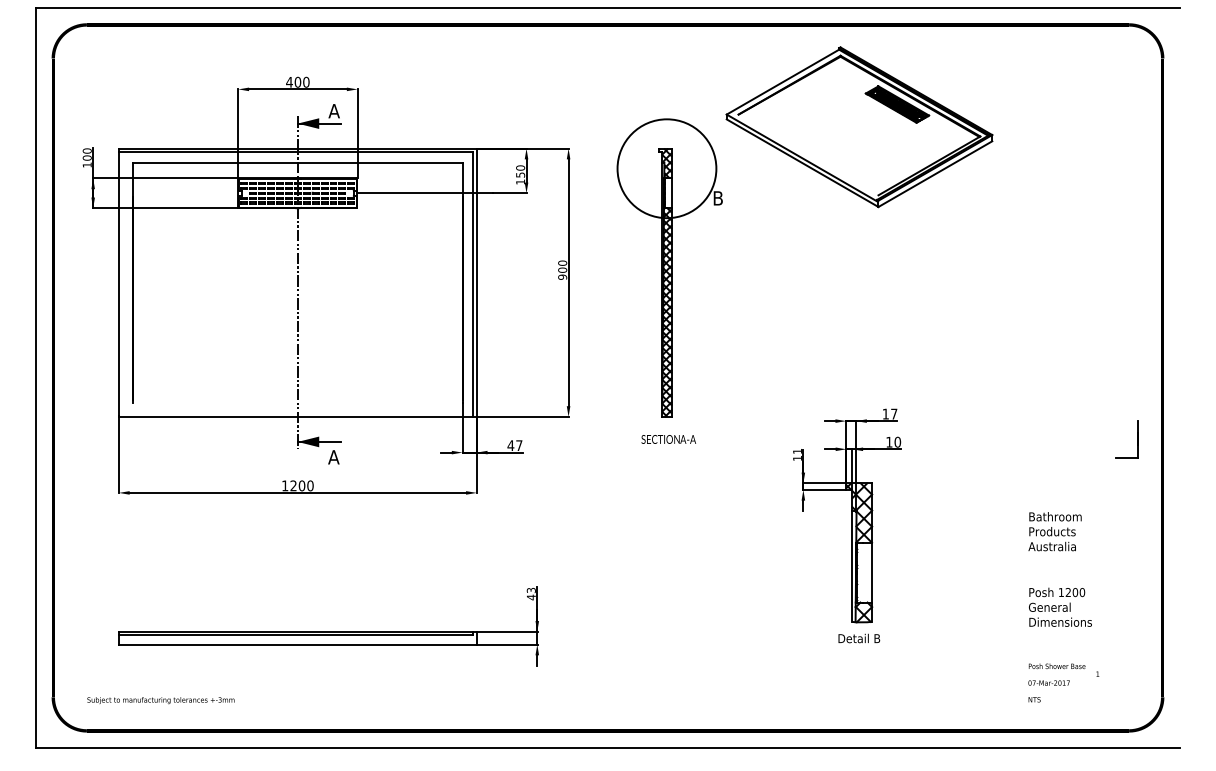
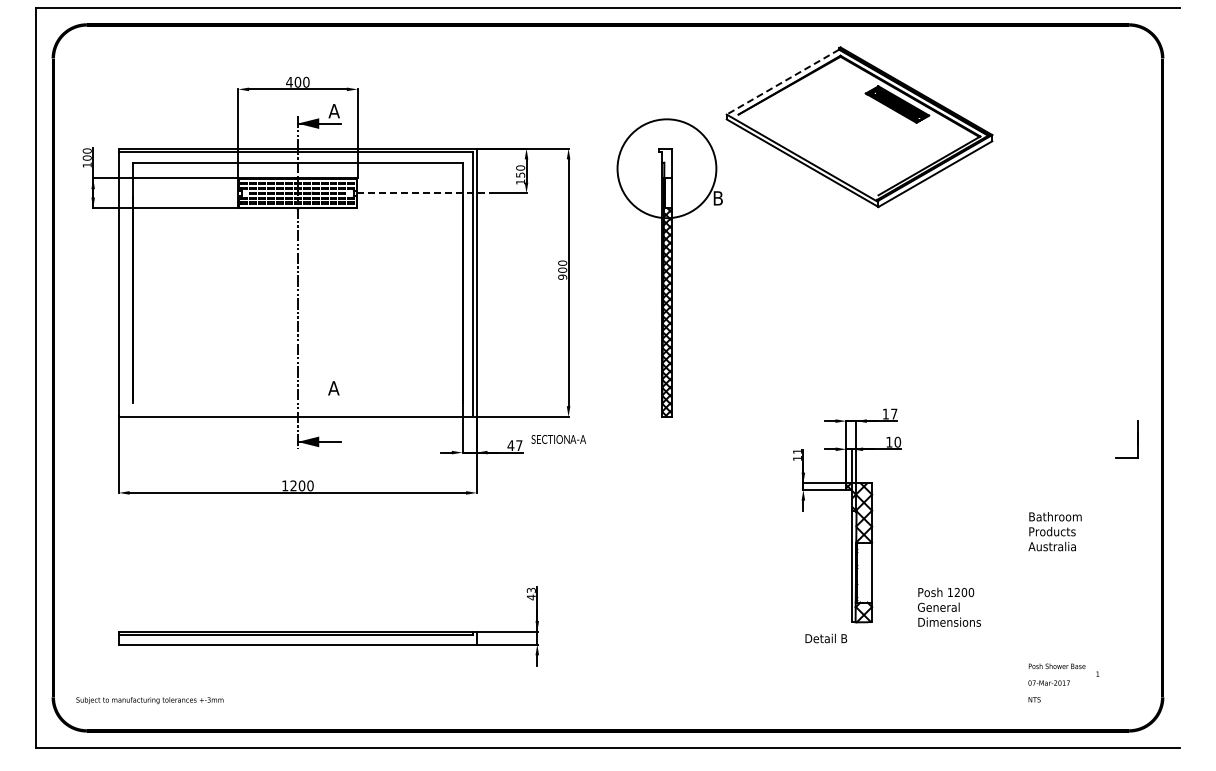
line at (782, 82): solid -> dashed
hatch at (665, 163): present -> none
line at (425, 193): solid -> dashed
text at (668, 439) position: (668, 439) -> (558, 439)
text at (333, 457) position: (333, 457) -> (333, 388)
text at (1060, 606) position: (1060, 606) -> (949, 606)
text at (859, 638) position: (859, 638) -> (826, 638)
text at (160, 700) position: (160, 700) -> (149, 700)
